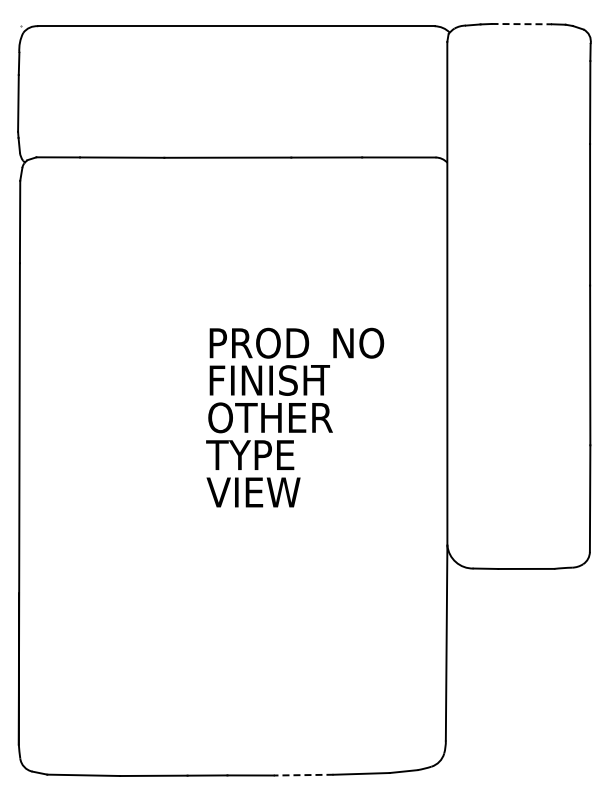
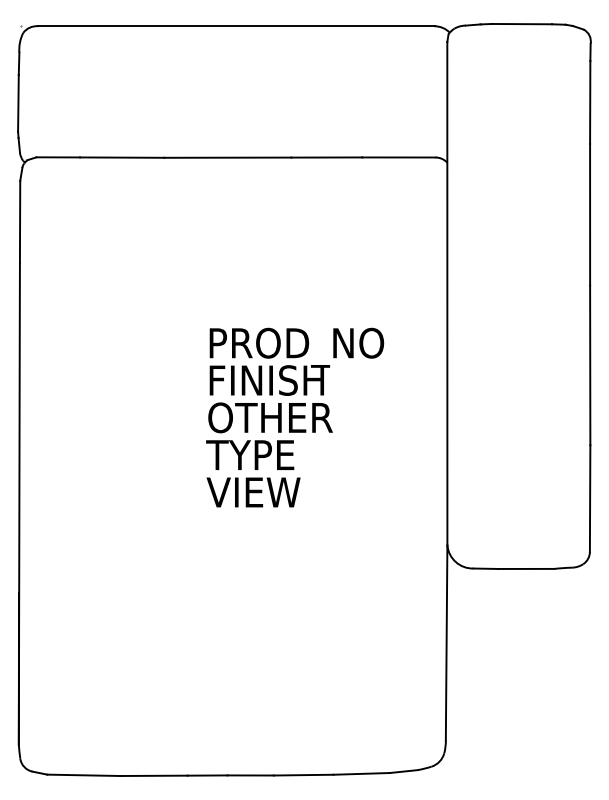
line at (522, 24): dashed -> solid
line at (303, 775): dashed -> solid
